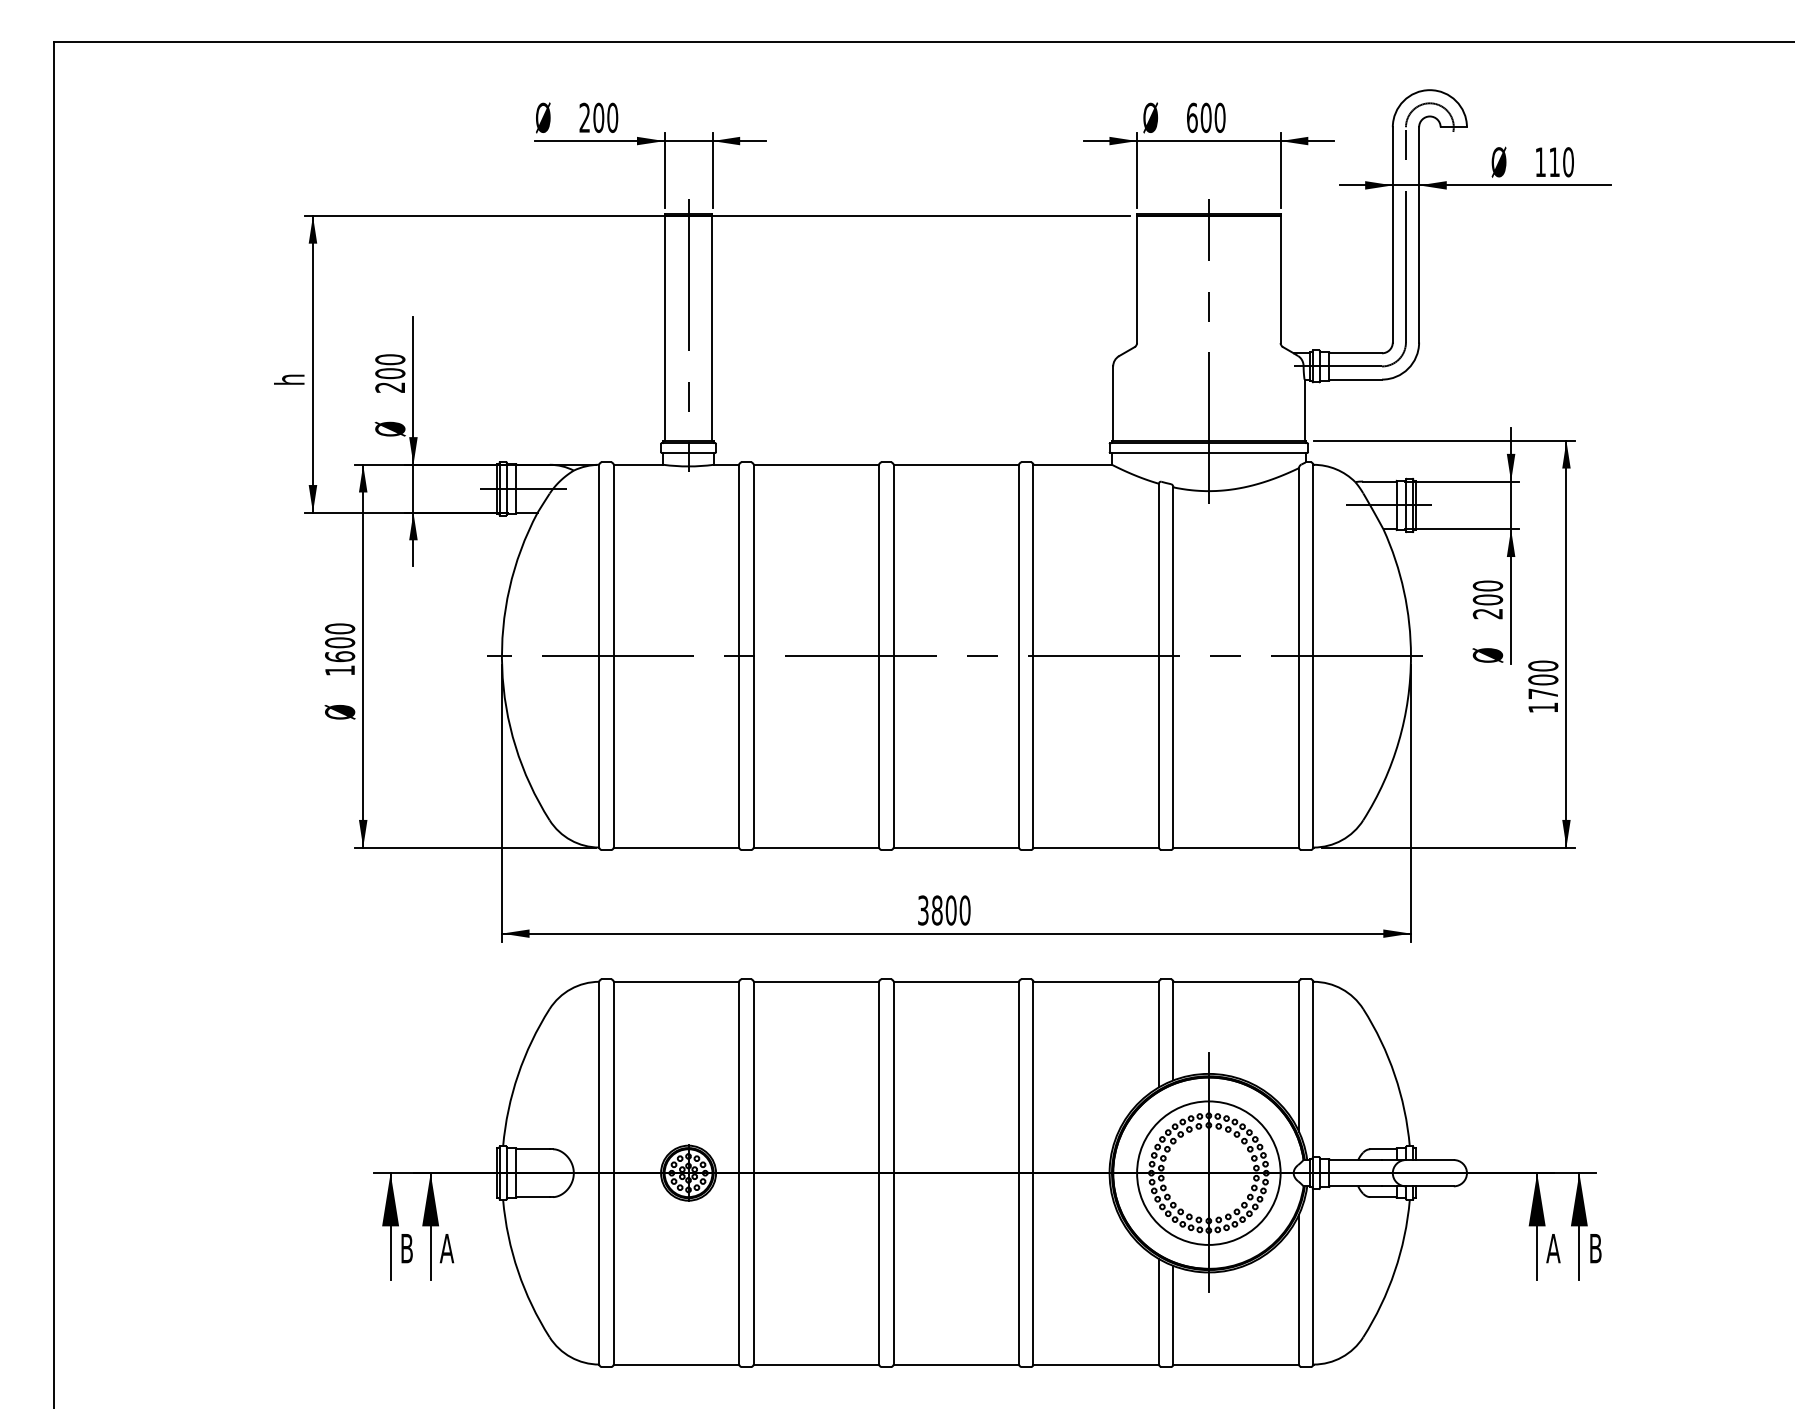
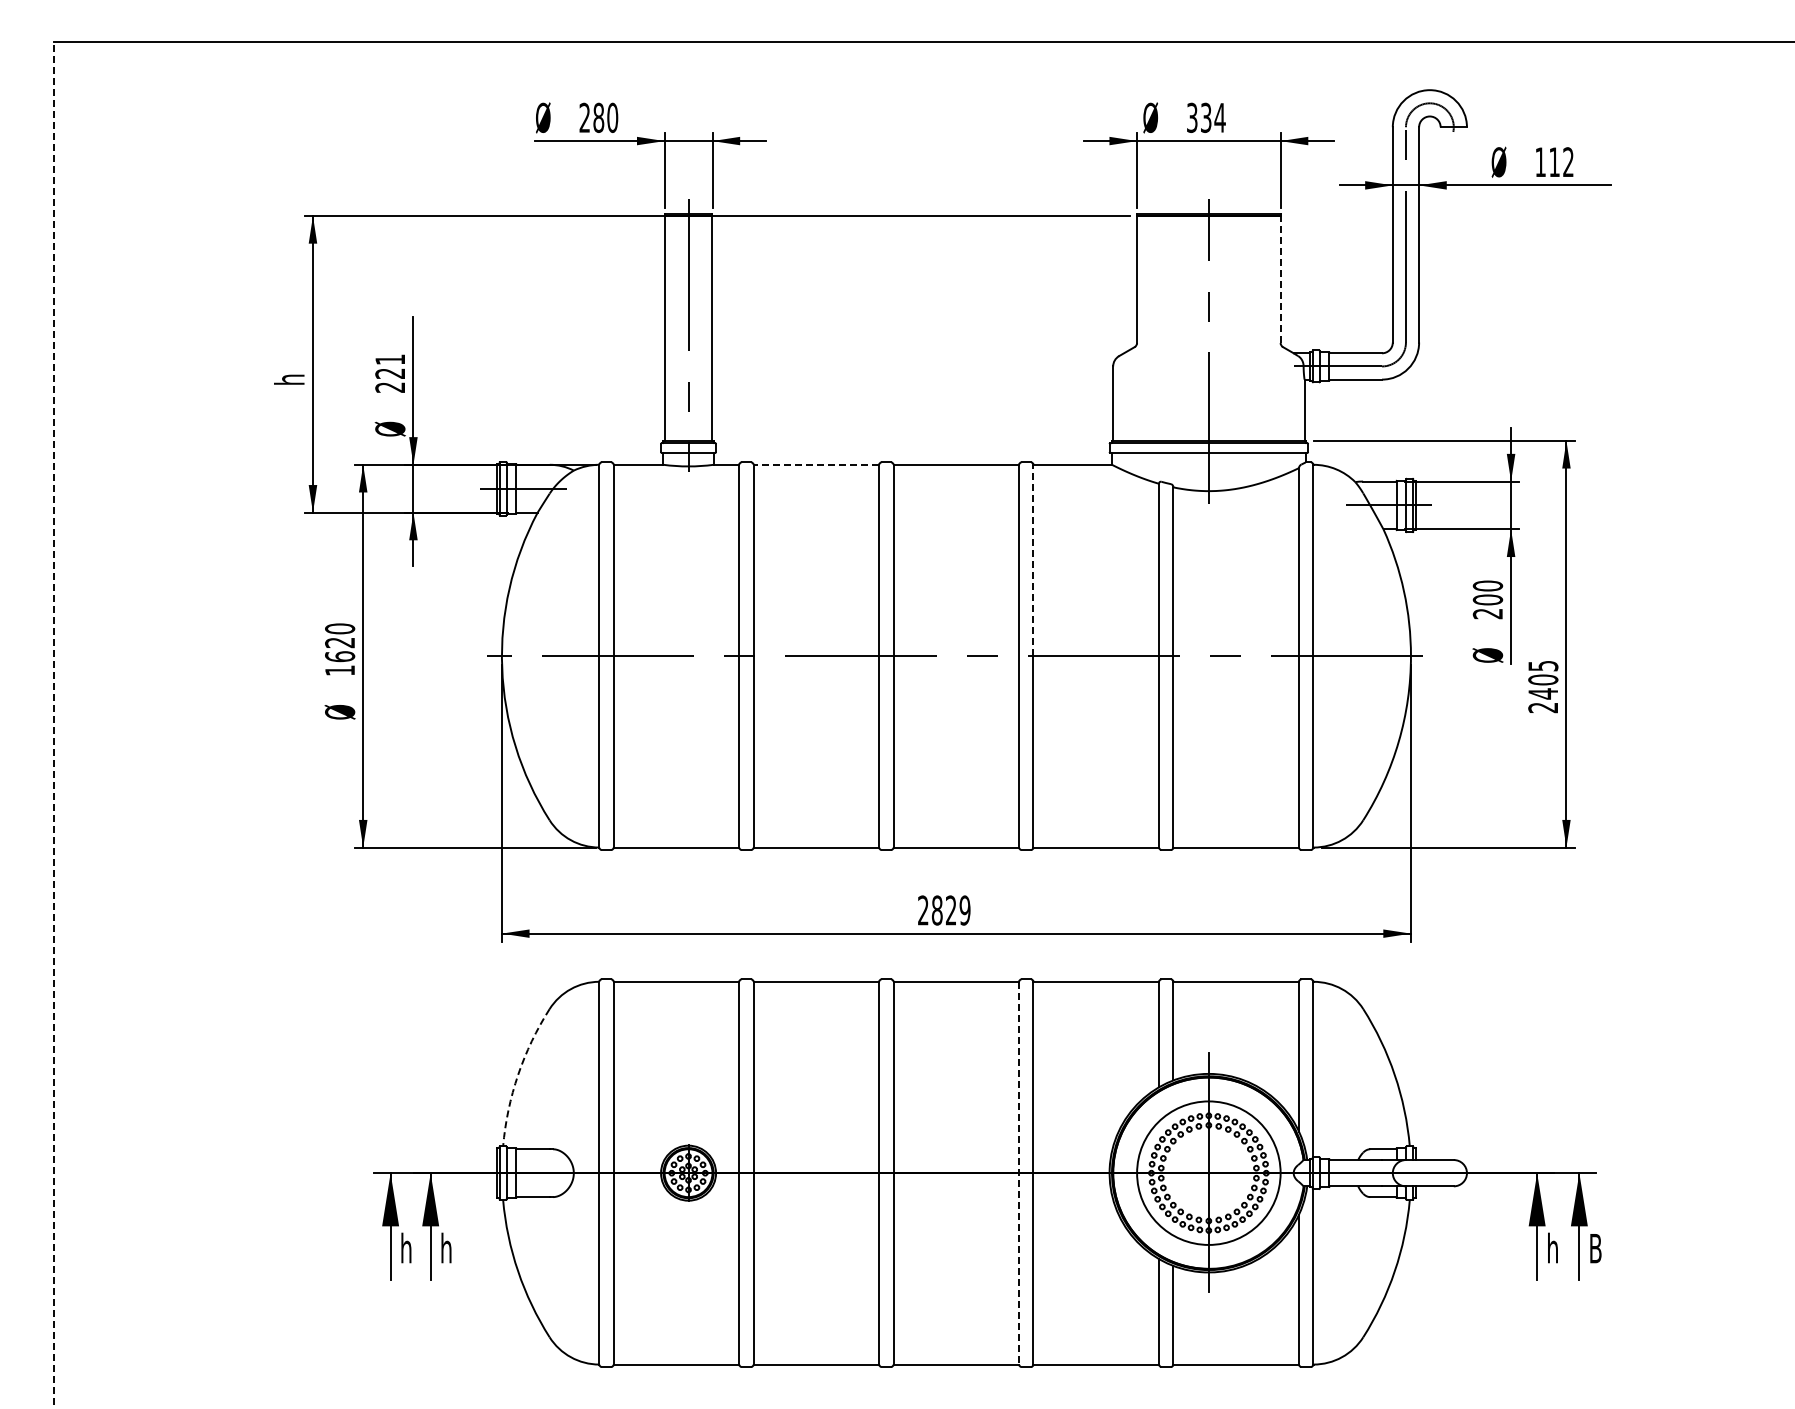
text at (598, 117): 200 -> 280
text at (1206, 117): 600 -> 334
text at (1568, 162): 110 -> 112
line at (1280, 279): solid -> dashed
text at (390, 366): 200 -> 221
line at (816, 464): solid -> dashed
line at (1033, 560): solid -> dashed
text at (340, 642): 1600 -> 1620
text at (1543, 686): 1700 -> 2405
line at (53, 724): solid -> dashed
text at (944, 910): 3800 -> 2829
arc at (518, 1074): solid -> dashed
line at (1019, 1173): solid -> dashed
text at (406, 1247): B -> h
text at (446, 1247): A -> h
text at (1553, 1247): A -> h
